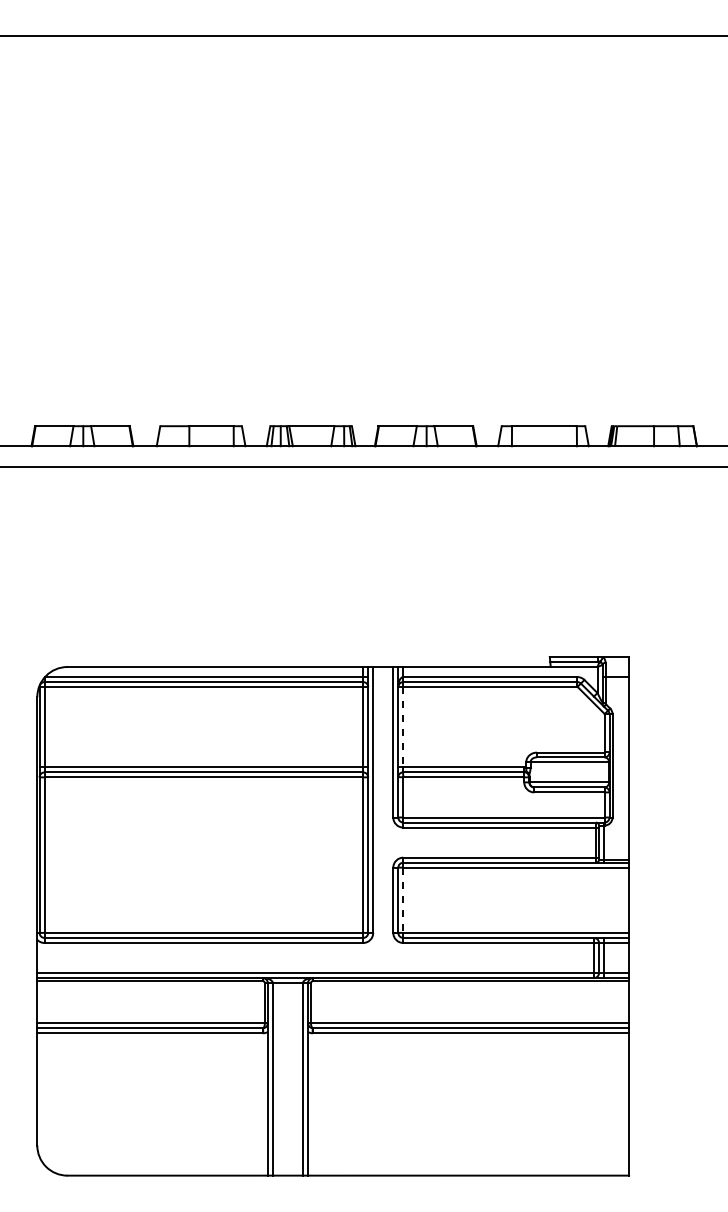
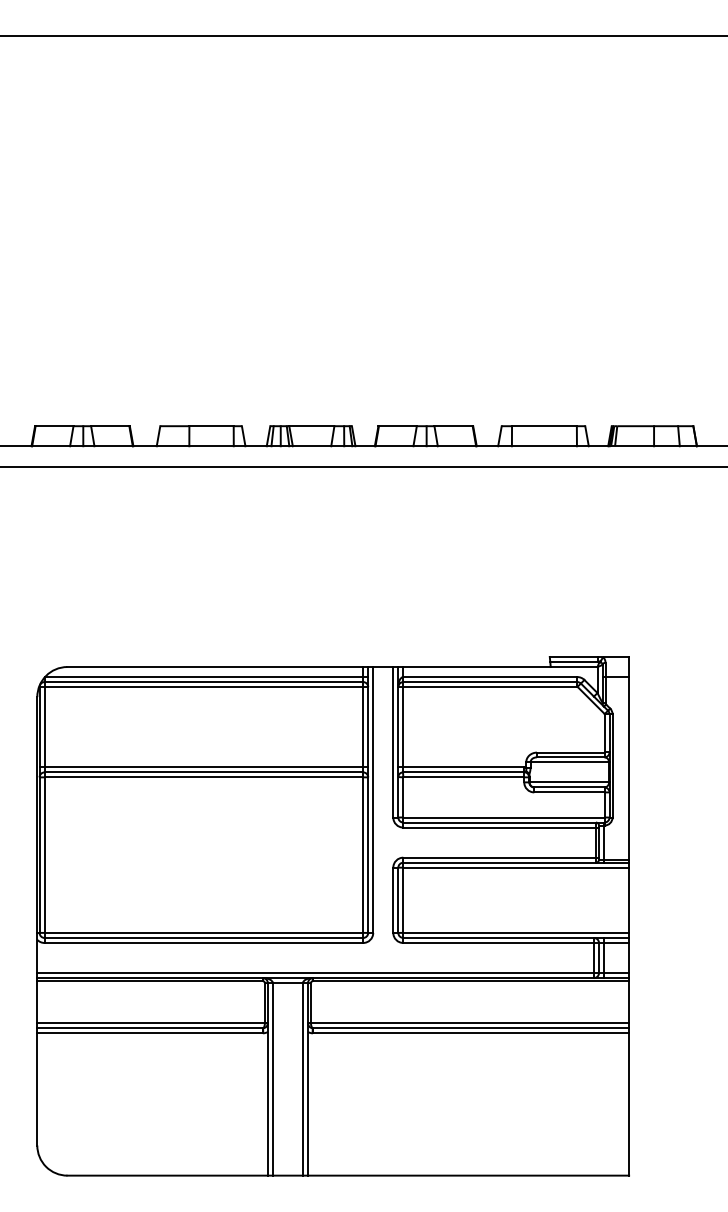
line at (403, 727): dashed -> solid
line at (403, 900): dashed -> solid
